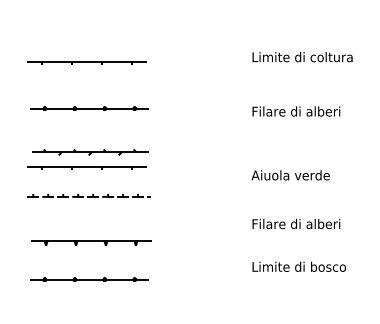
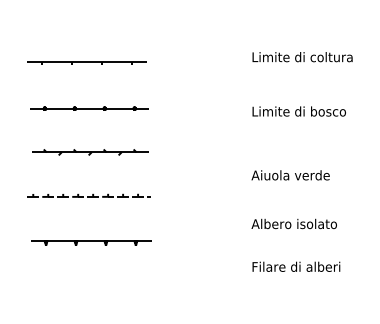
text at (299, 111): Filare di alberi -> Limite di bosco
part at (86, 167): present -> none
text at (295, 223): Filare di alberi -> Albero isolato
text at (299, 266): Limite di bosco -> Filare di alberi
part at (89, 279): present -> none
